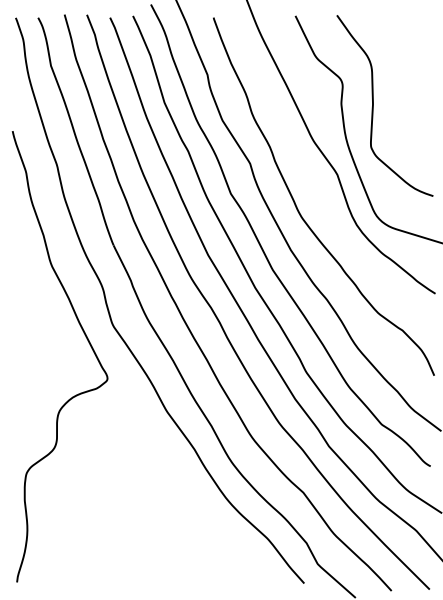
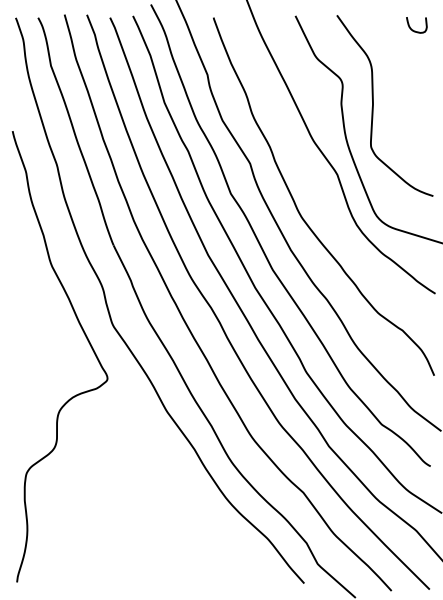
curve at (413, 29): none -> present
